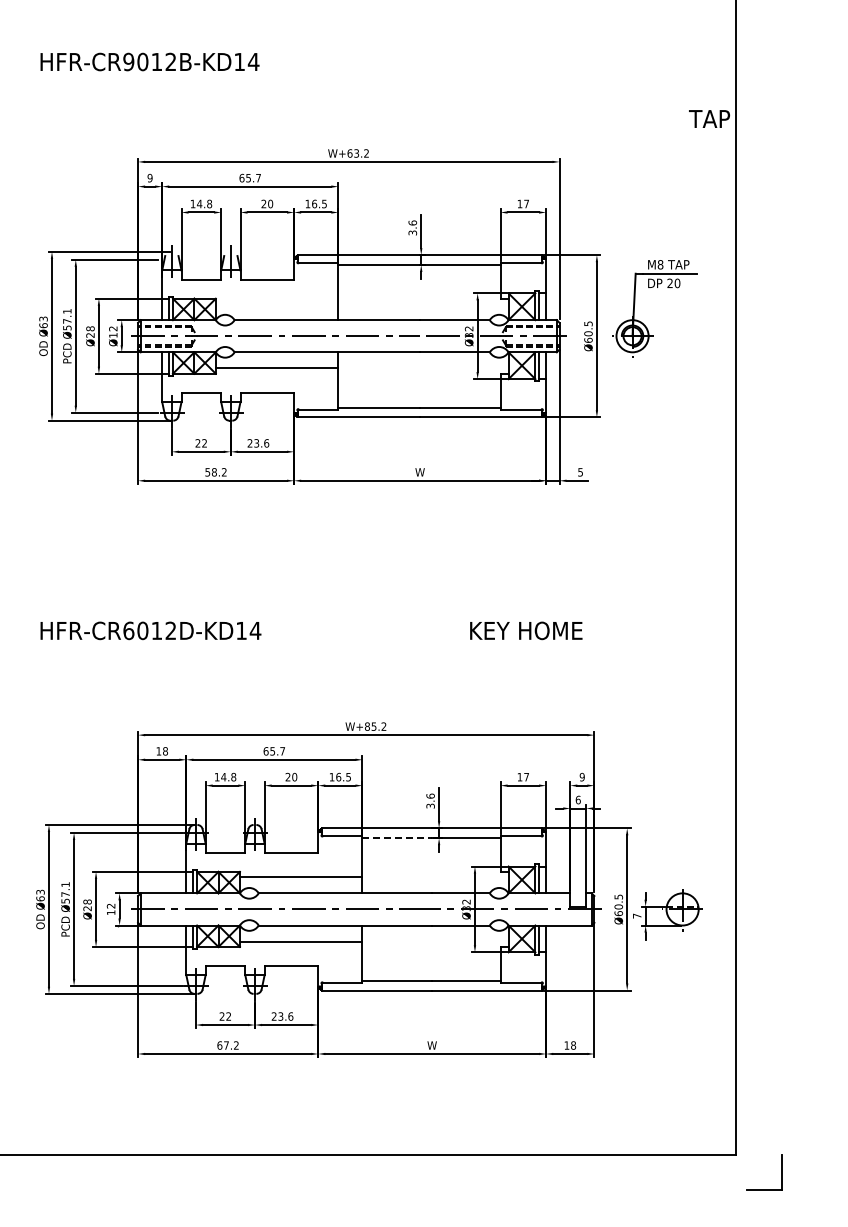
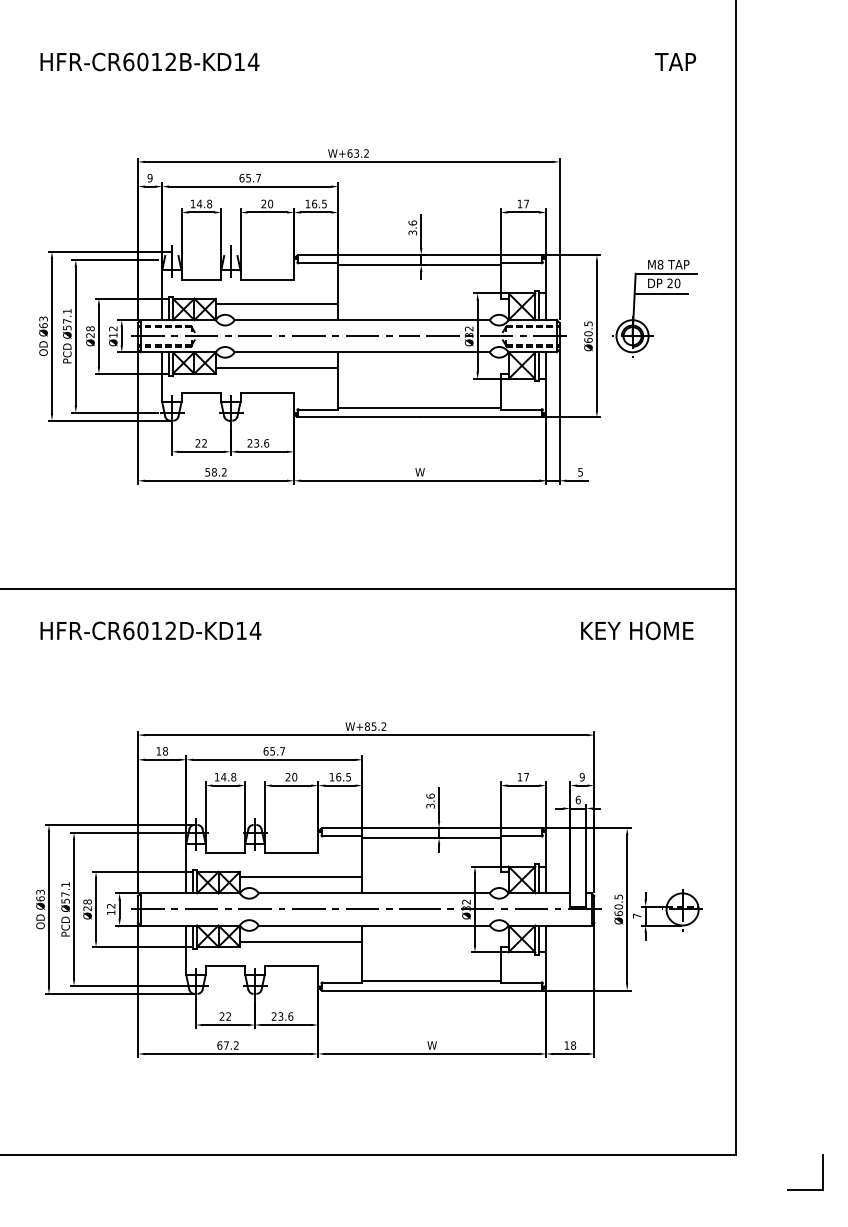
text at (128, 61): HFR-CR9012B-KD14 -> HFR-CR6012B-KD14
text at (709, 118) position: (709, 118) -> (675, 61)
line at (661, 293): none -> present
line at (276, 304): none -> present
line at (368, 589): none -> present
text at (526, 630) position: (526, 630) -> (637, 630)
line at (397, 838): dashed -> solid
part at (781, 1172) position: (781, 1172) -> (822, 1172)
